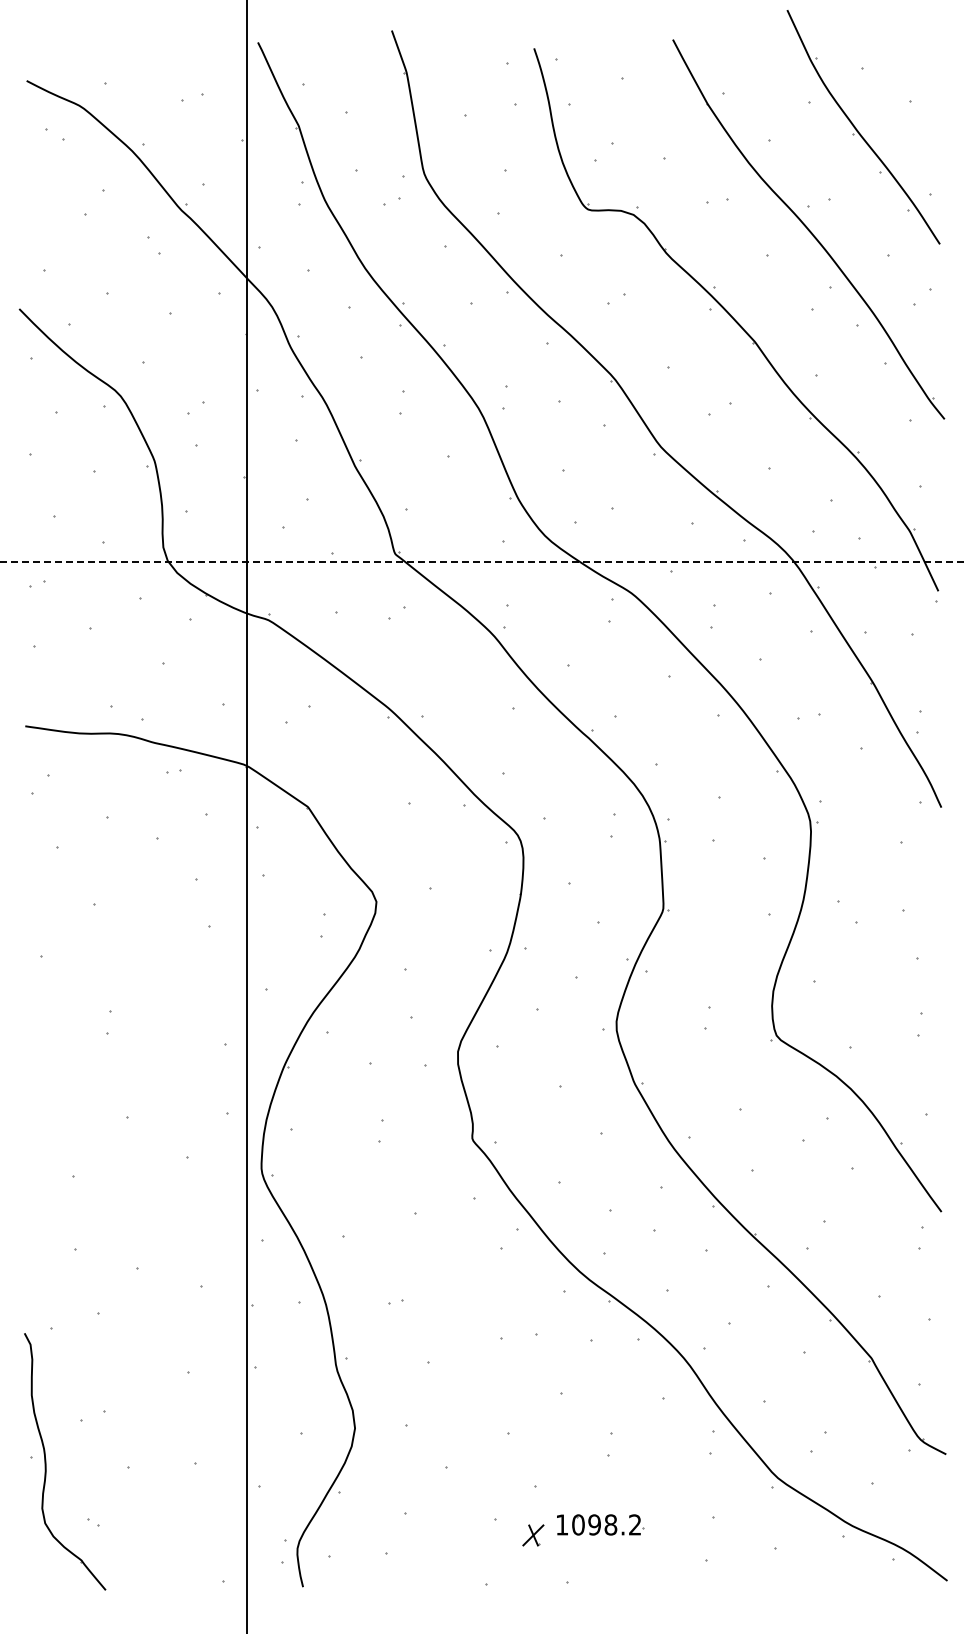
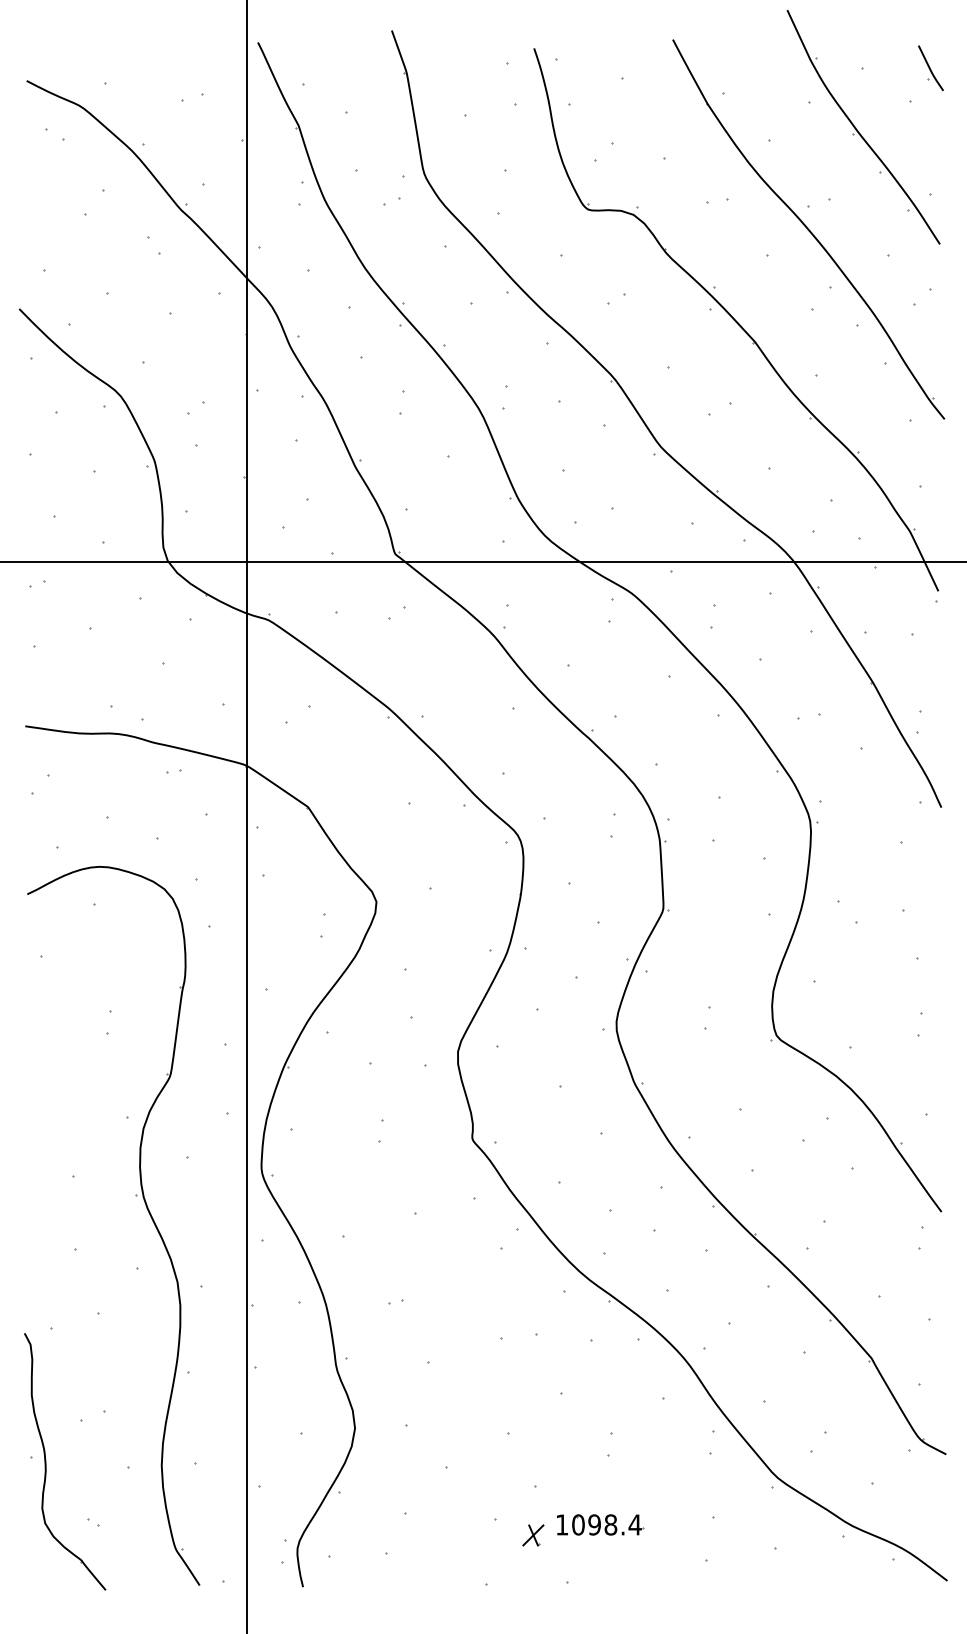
part at (930, 68): none -> present
line at (483, 561): dashed -> solid
part at (136, 1196): none -> present
text at (634, 1524): 1098.2 -> 1098.4
